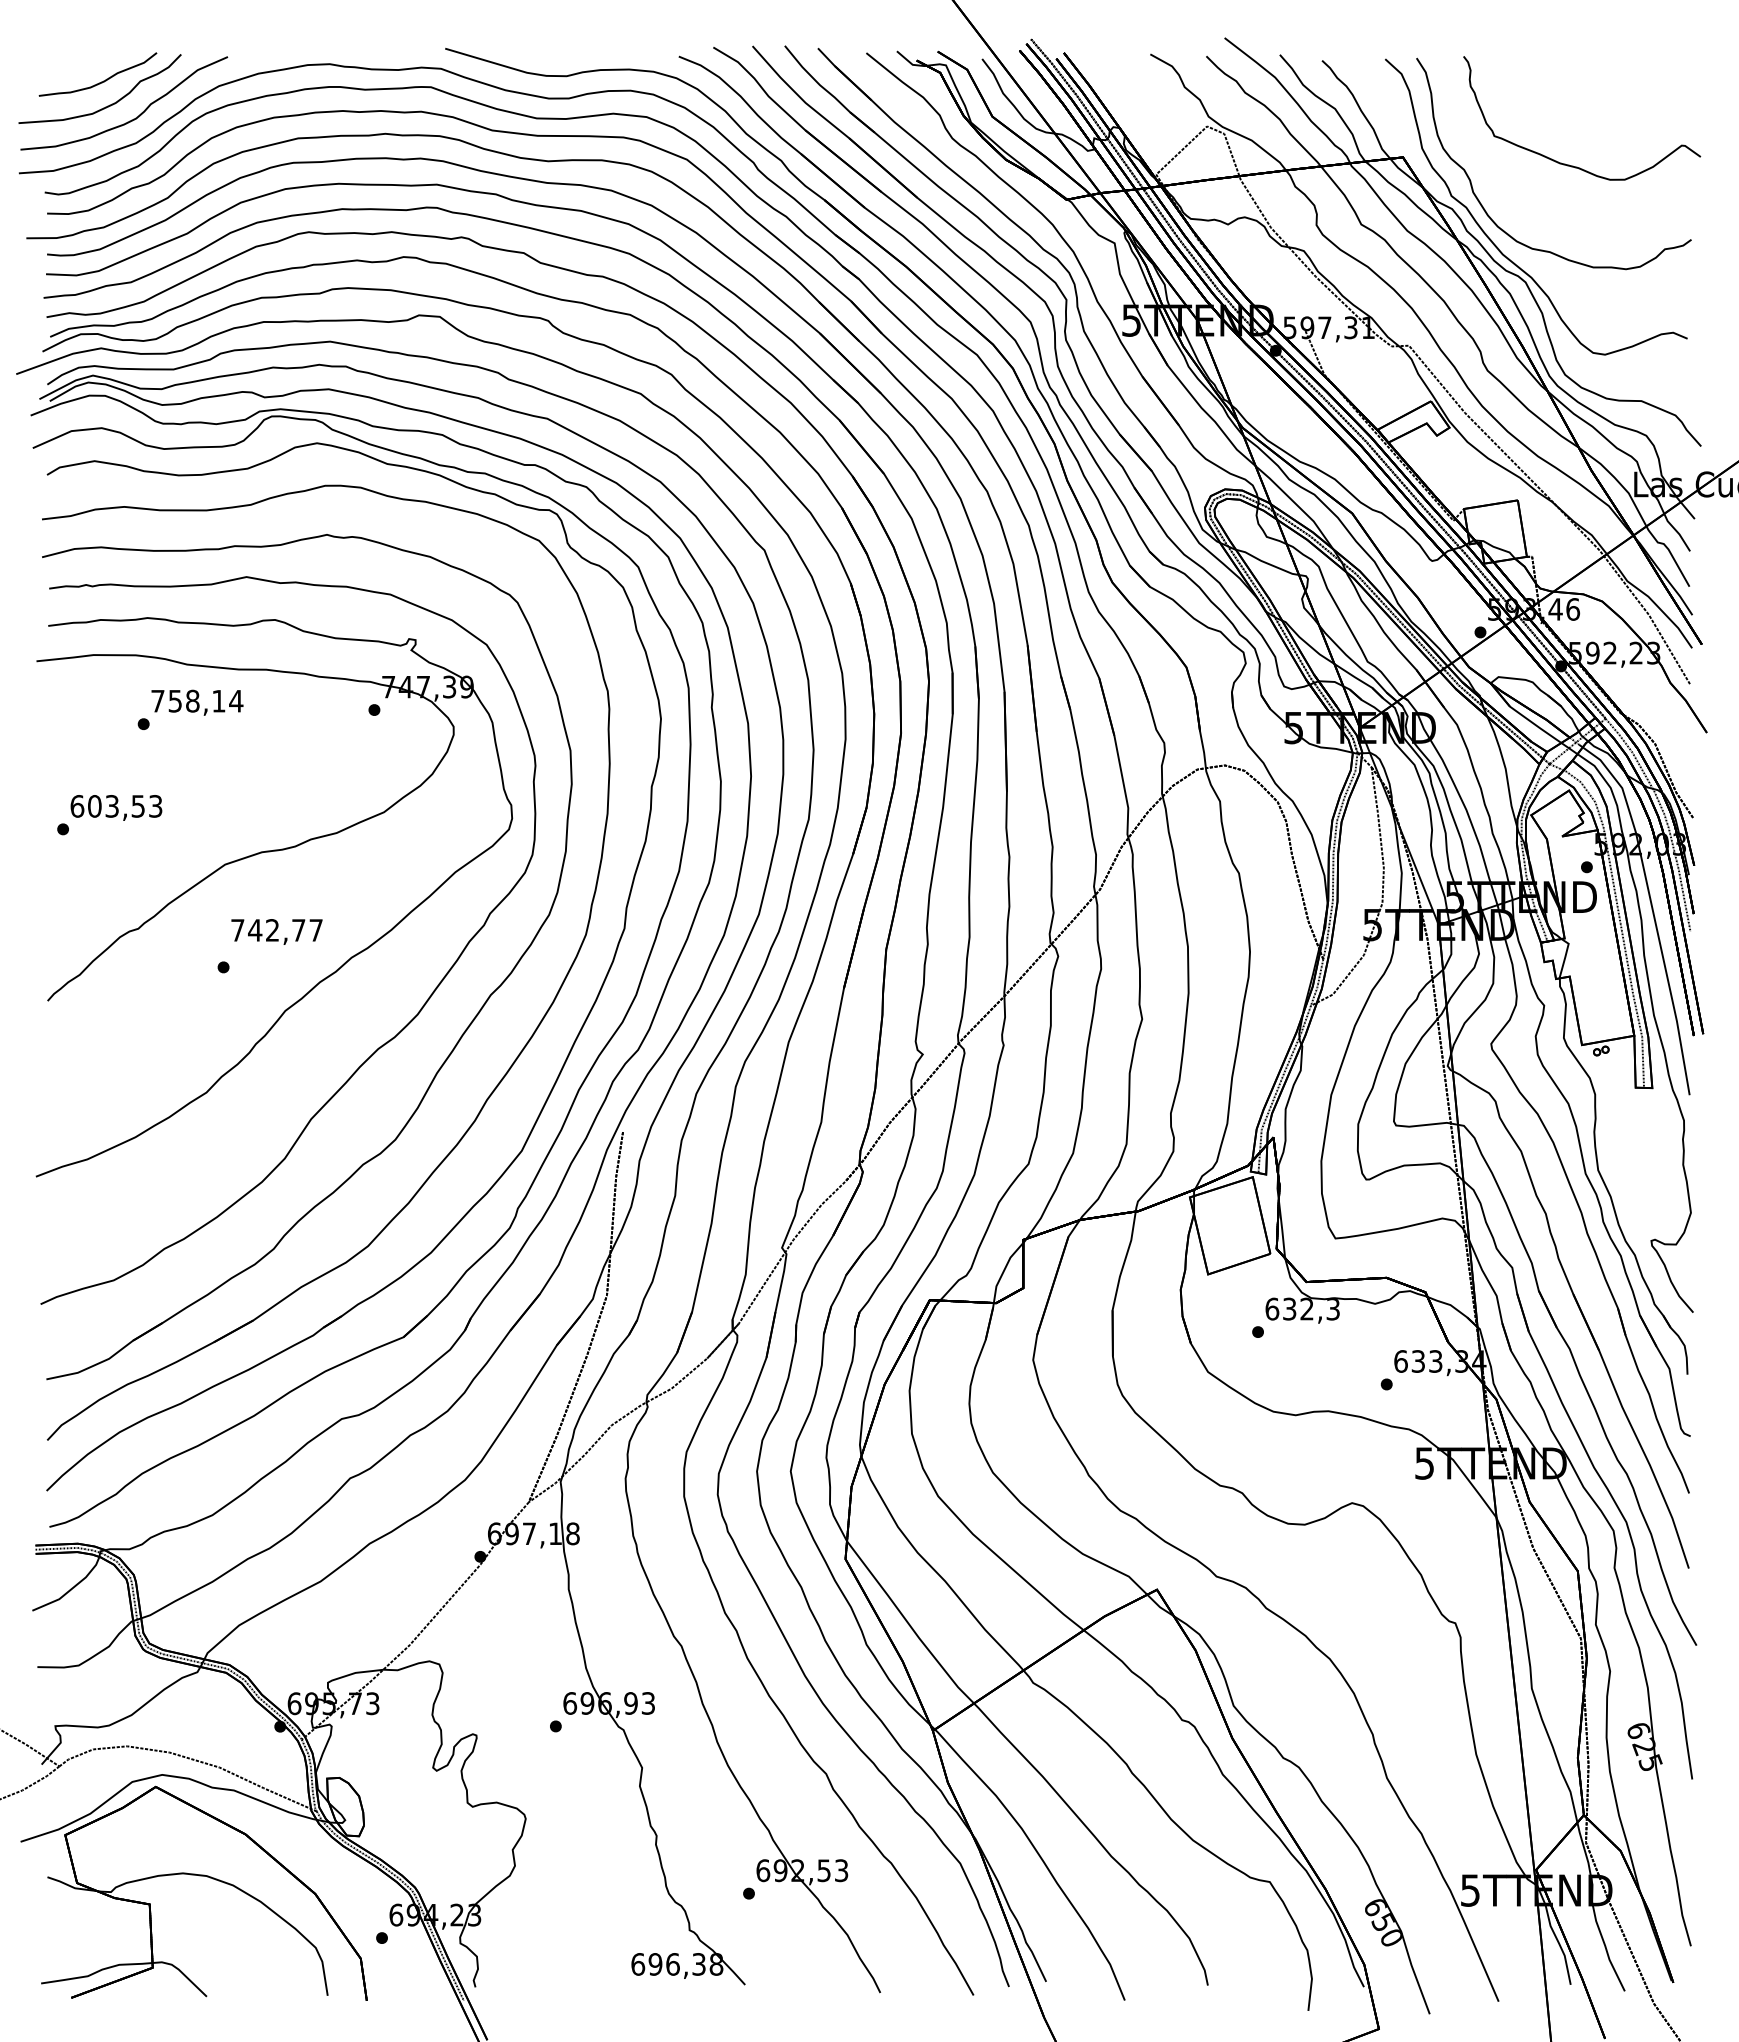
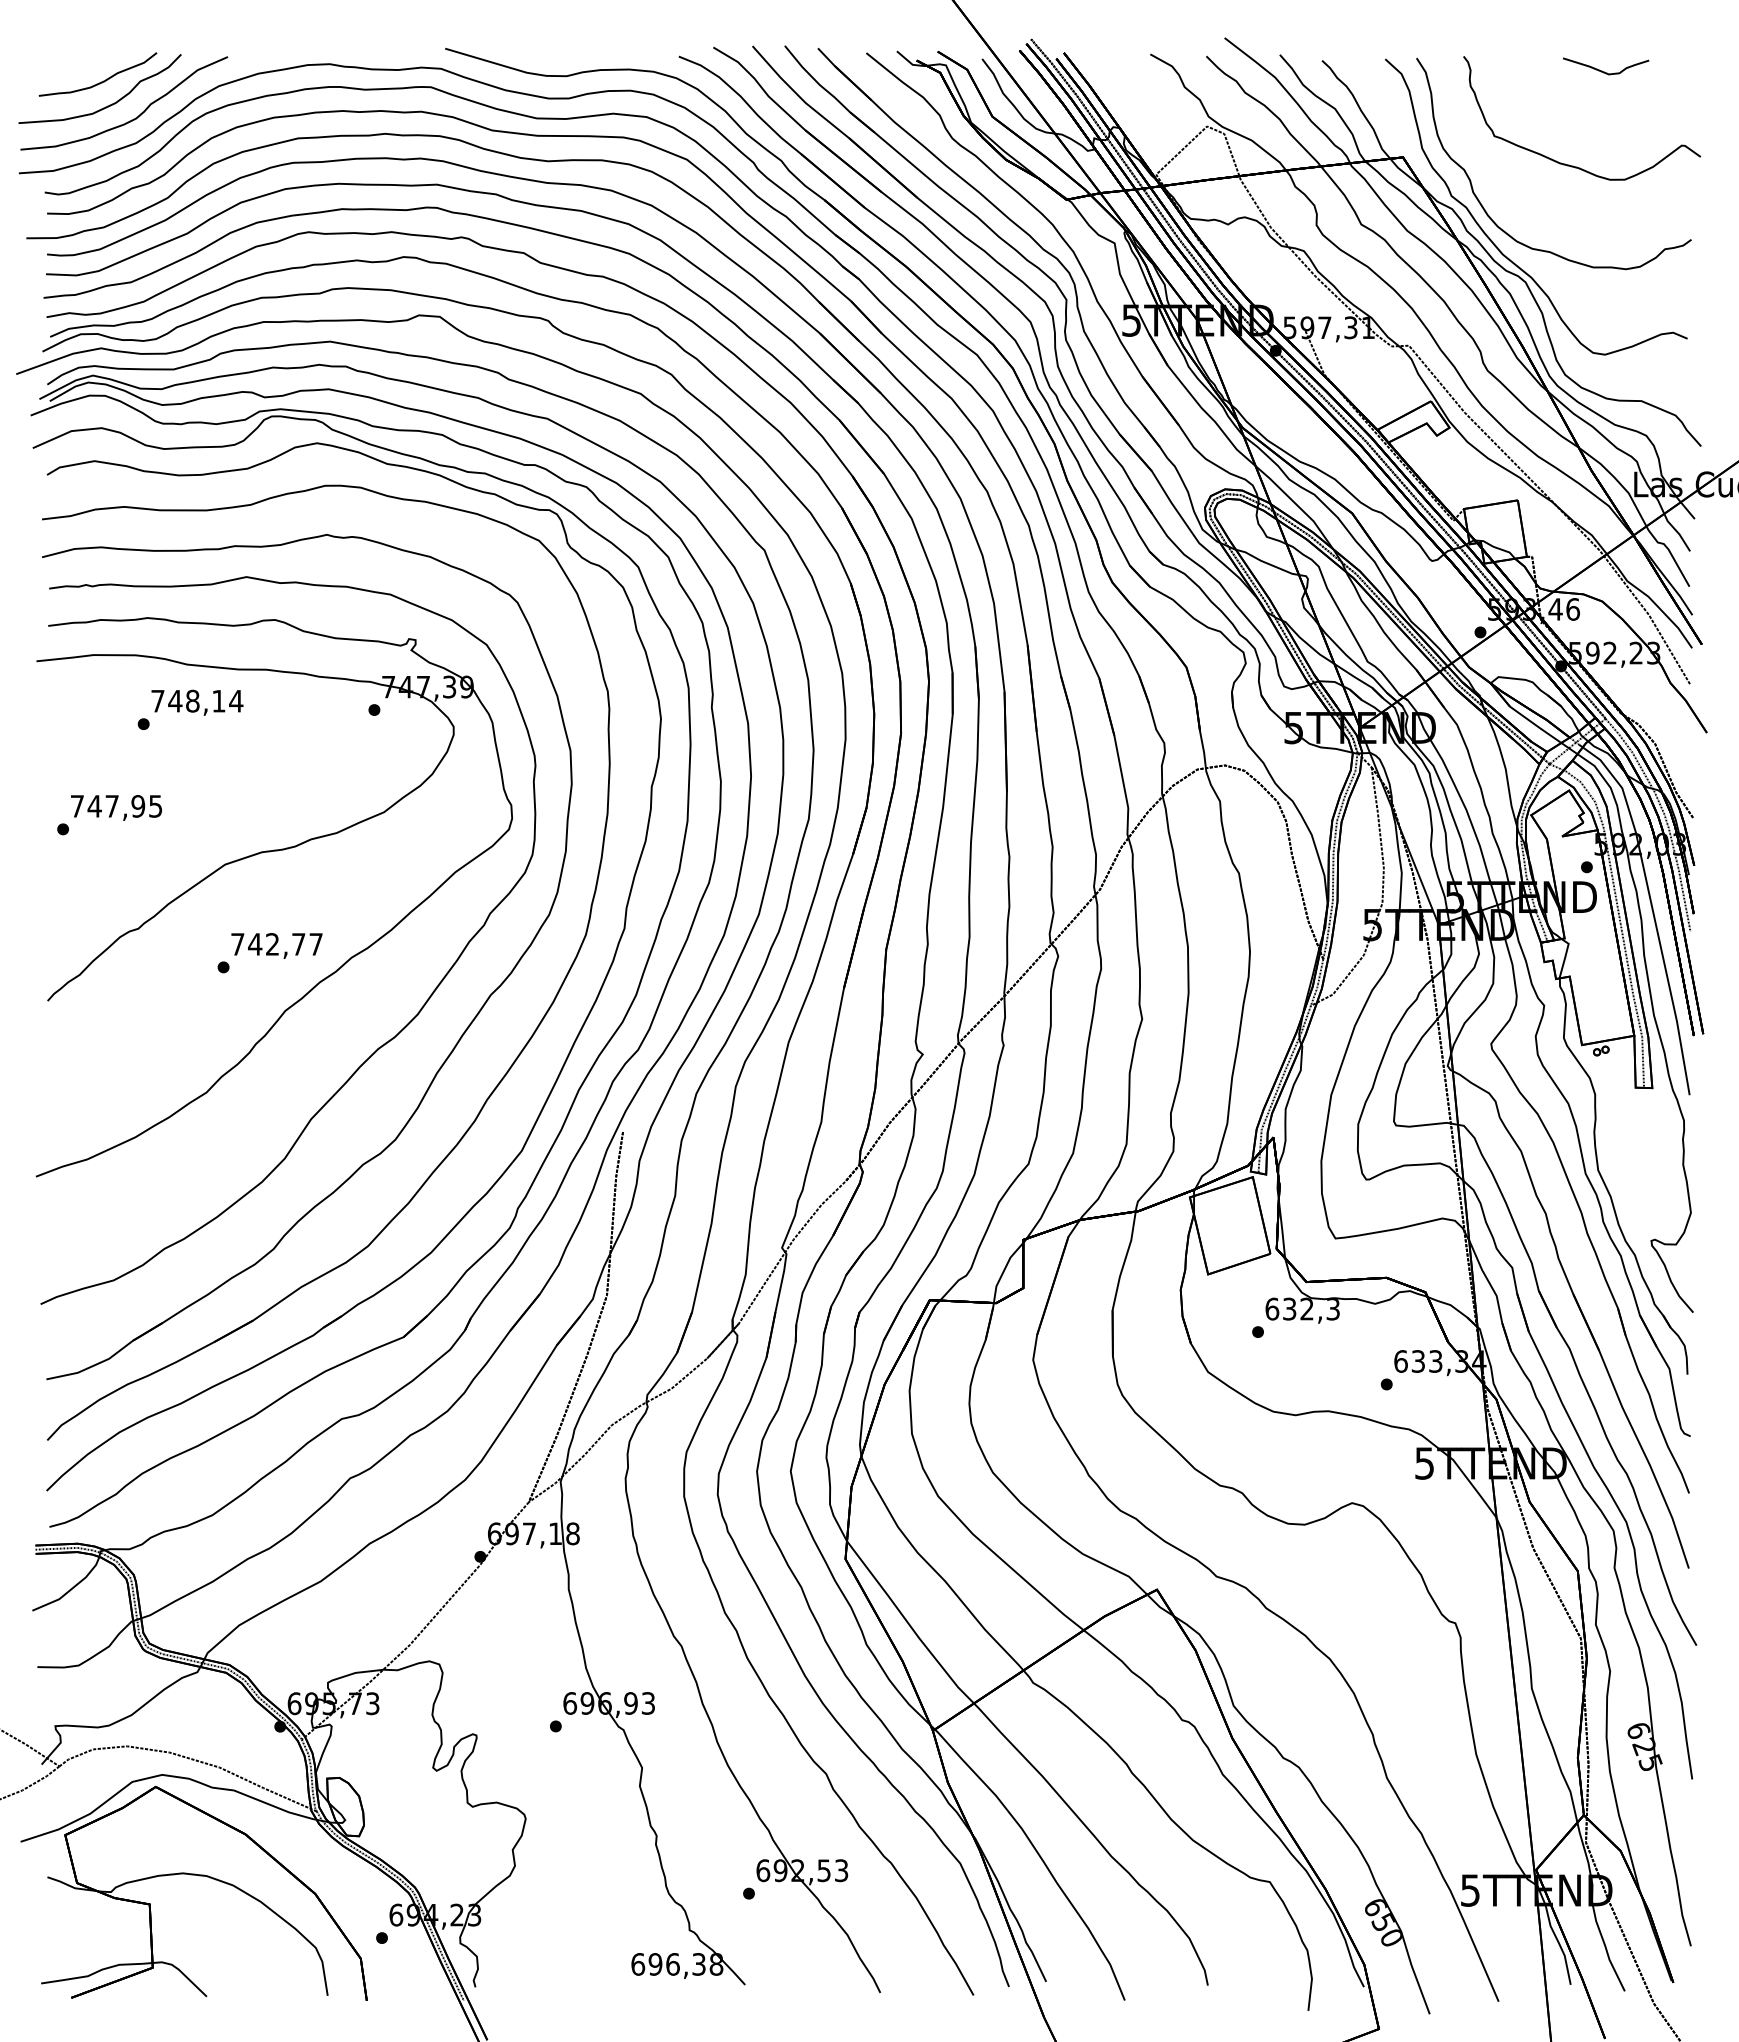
part at (1606, 66): none -> present
text at (175, 701): 758,14 -> 748,14
text at (116, 806): 603,53 -> 747,95
text at (276, 931) position: (276, 931) -> (276, 945)
